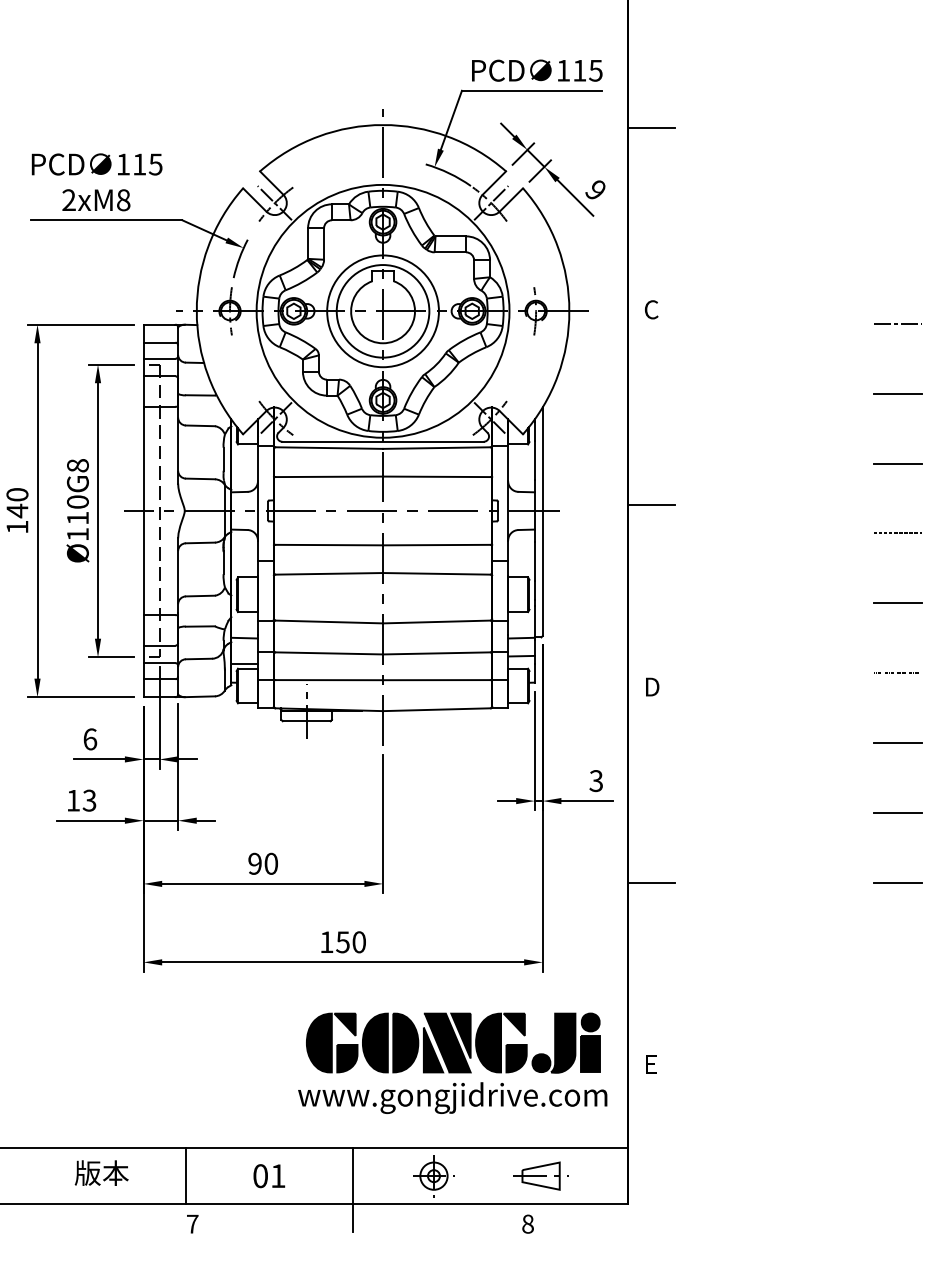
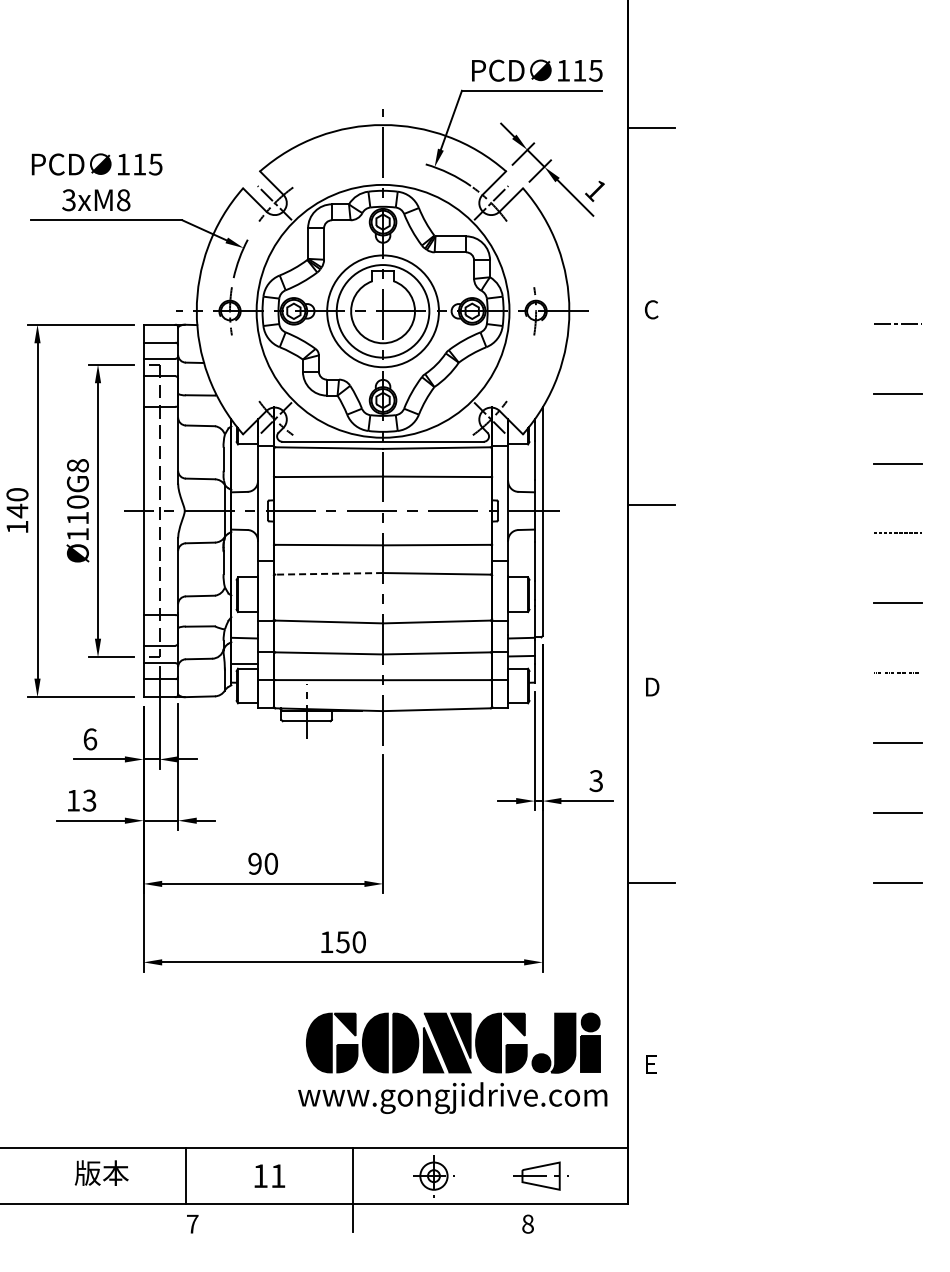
text at (595, 190): 9 -> 1
text at (68, 200): 2xM8 -> 3xM8
line at (329, 573): solid -> dashed
text at (260, 1176): 01 -> 11
